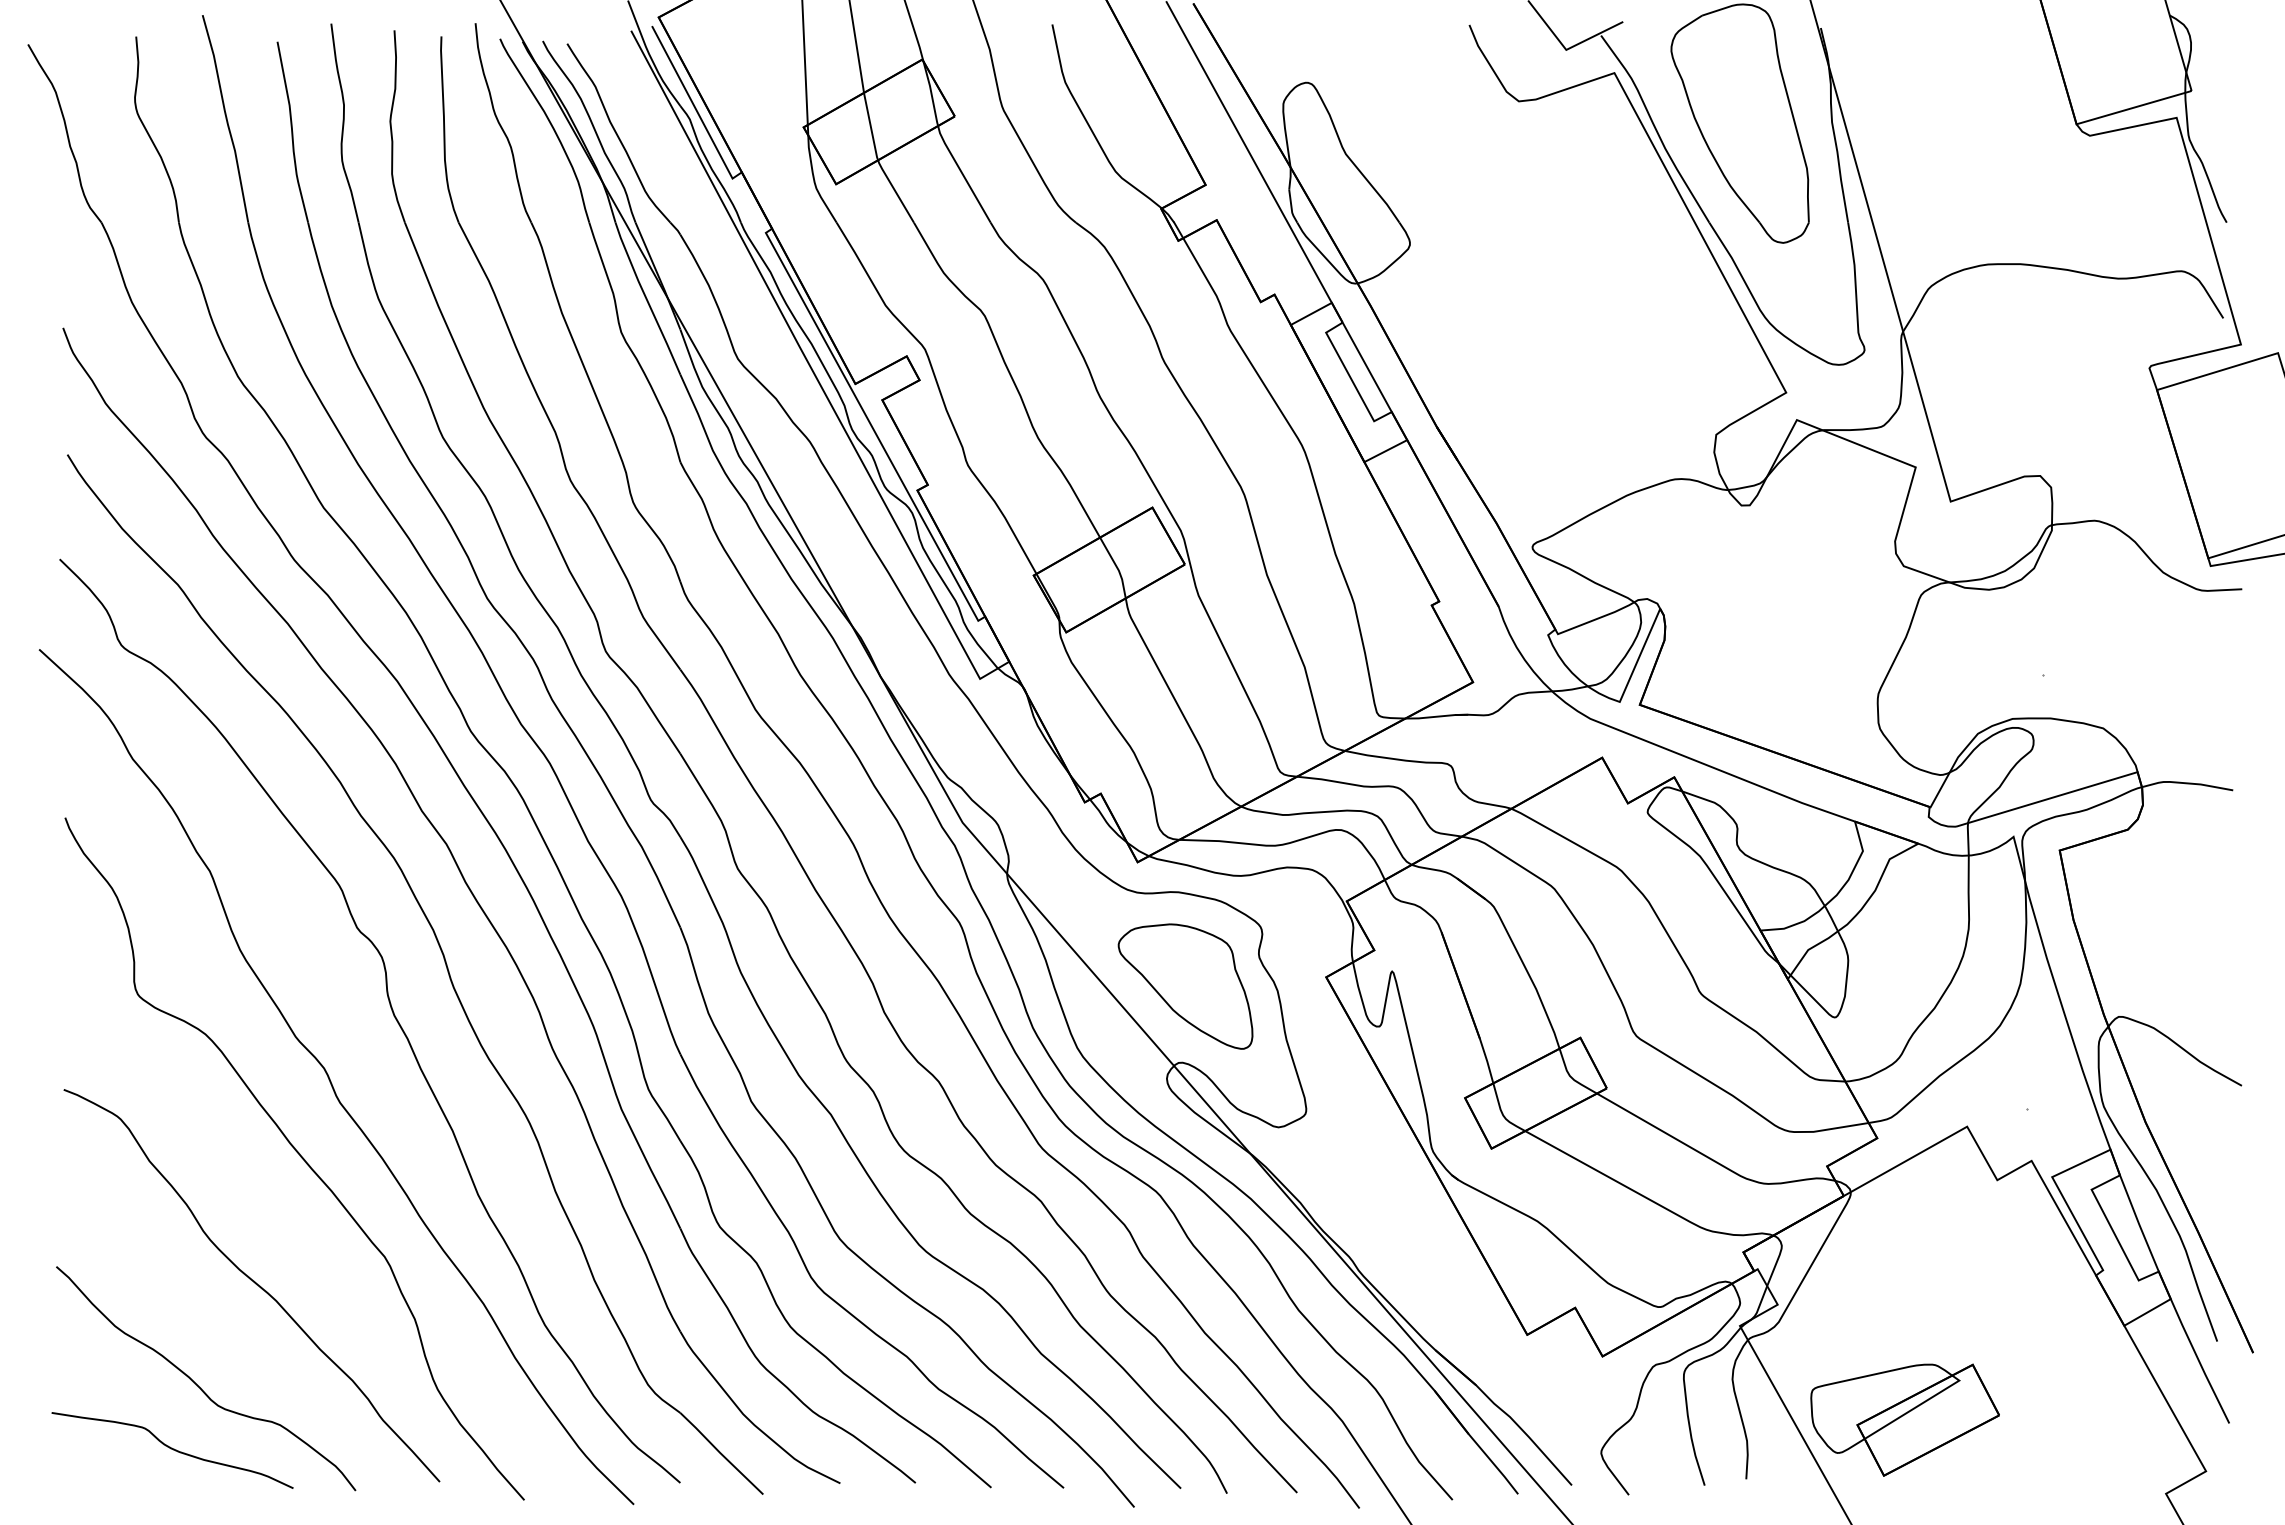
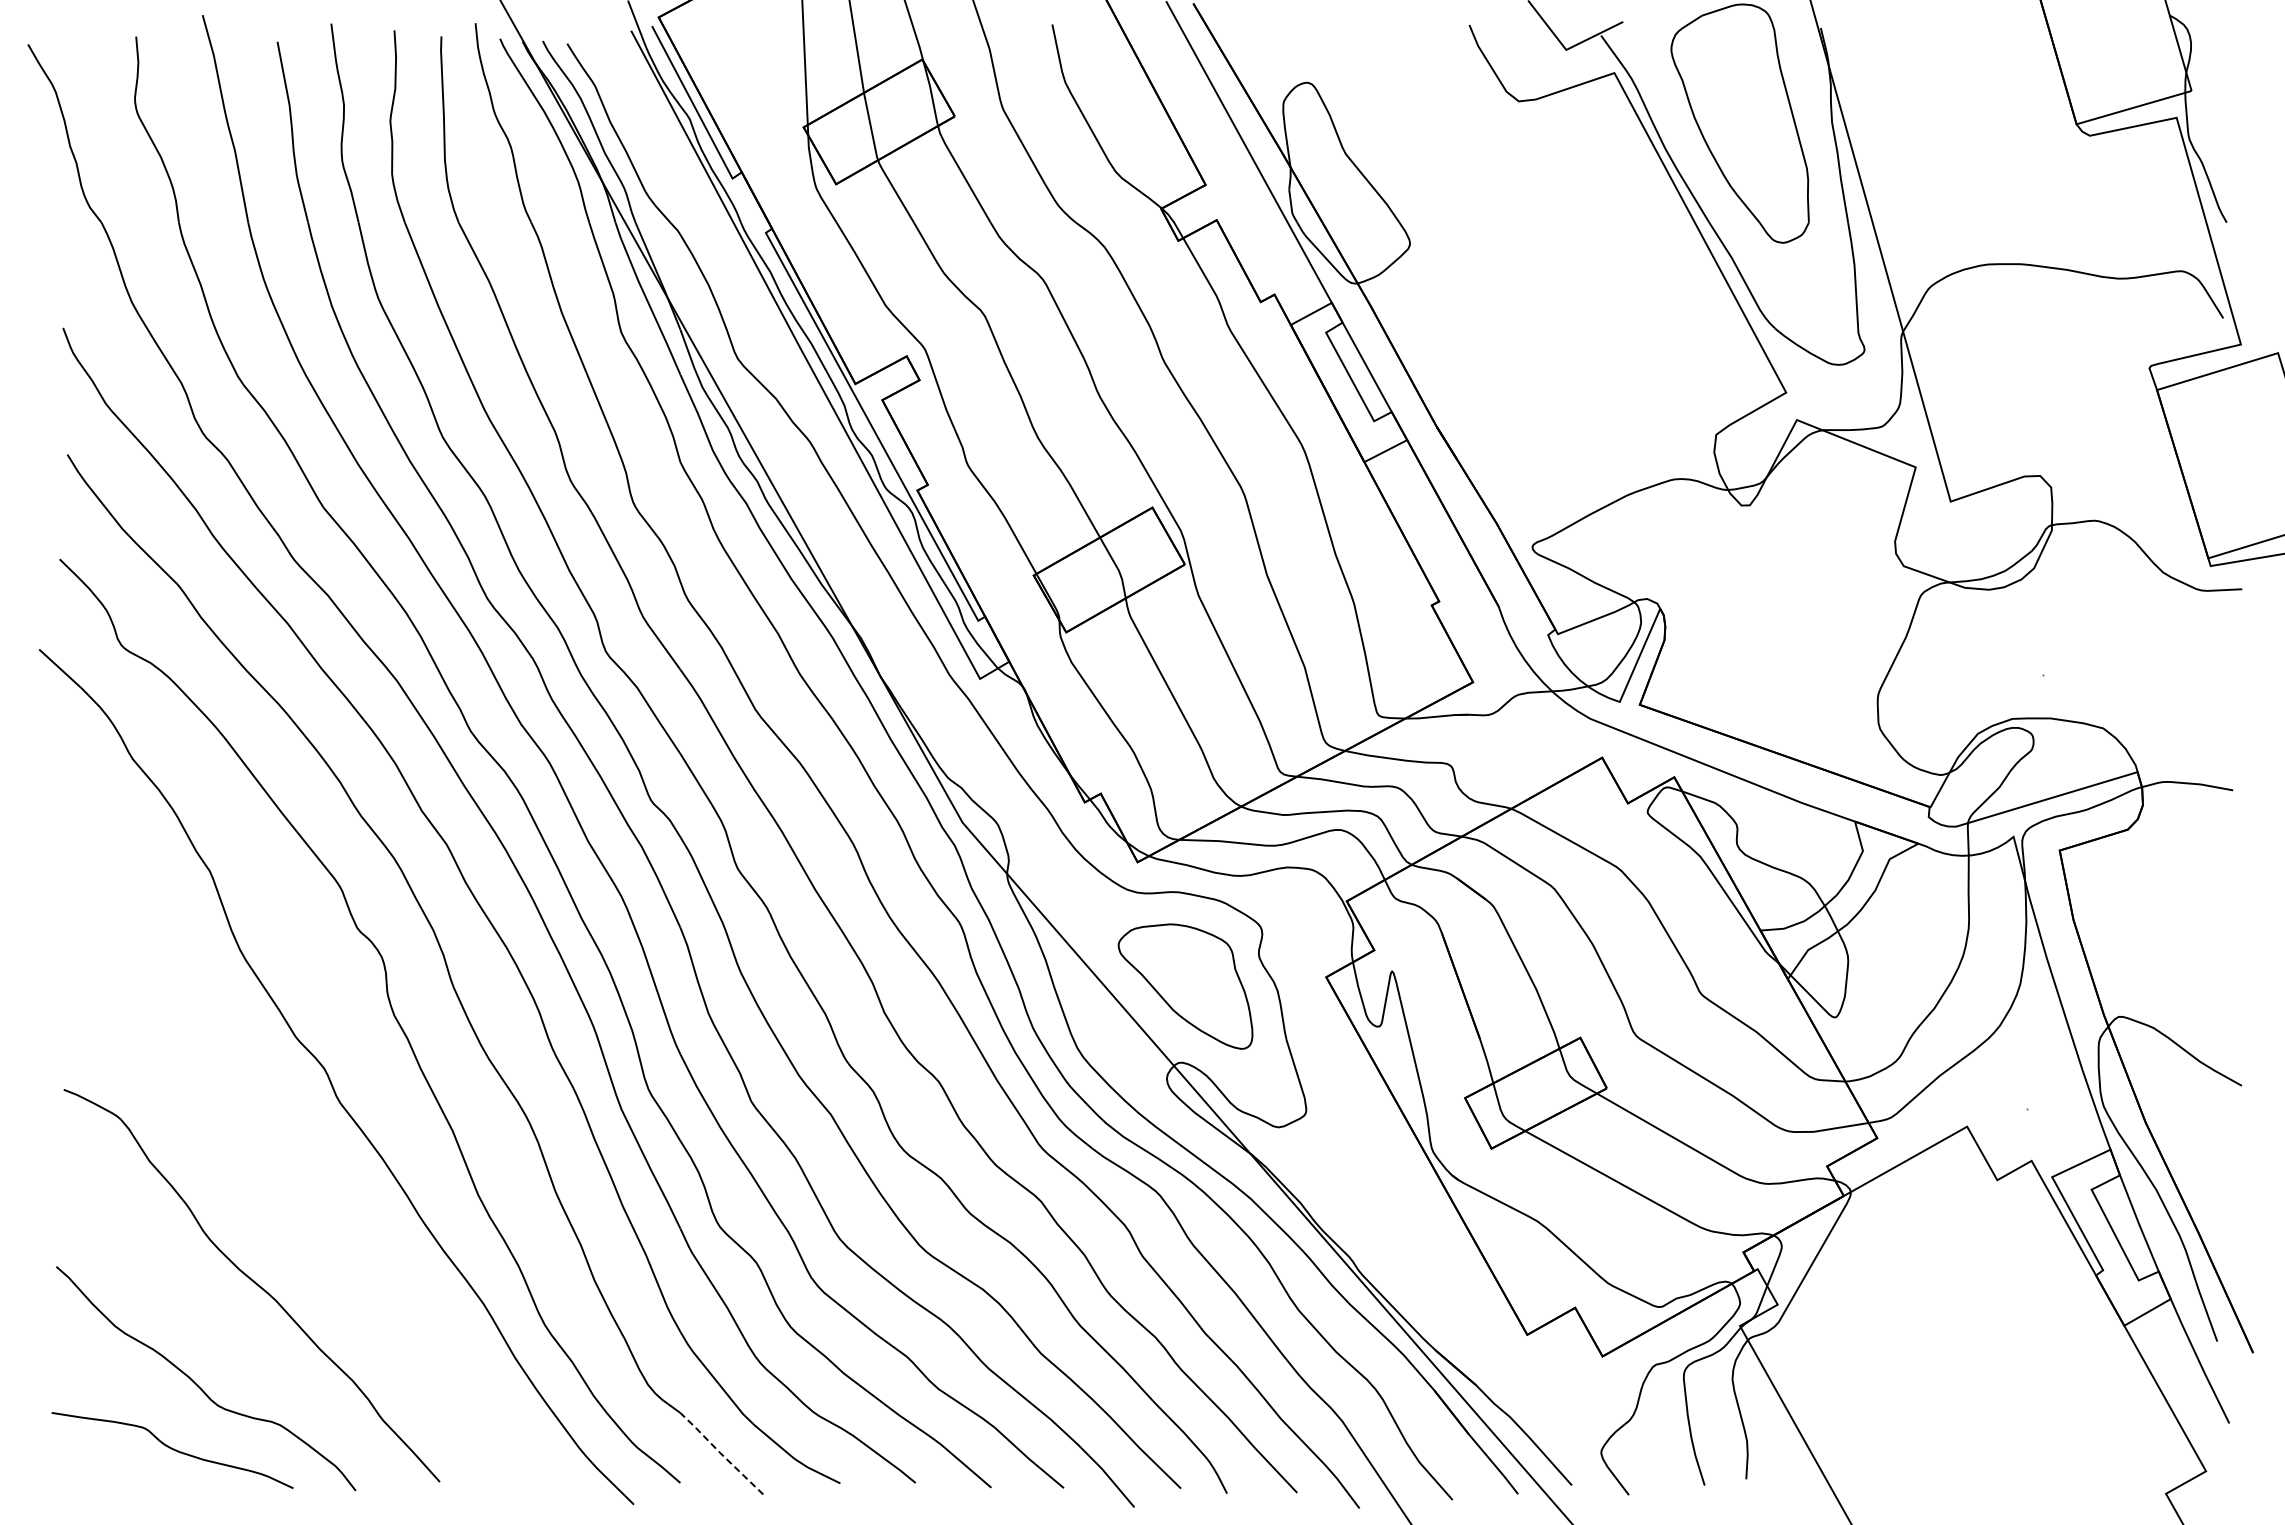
curve at (298, 1154): present -> none
part at (1904, 1419): present -> none
line at (720, 1453): solid -> dashed
